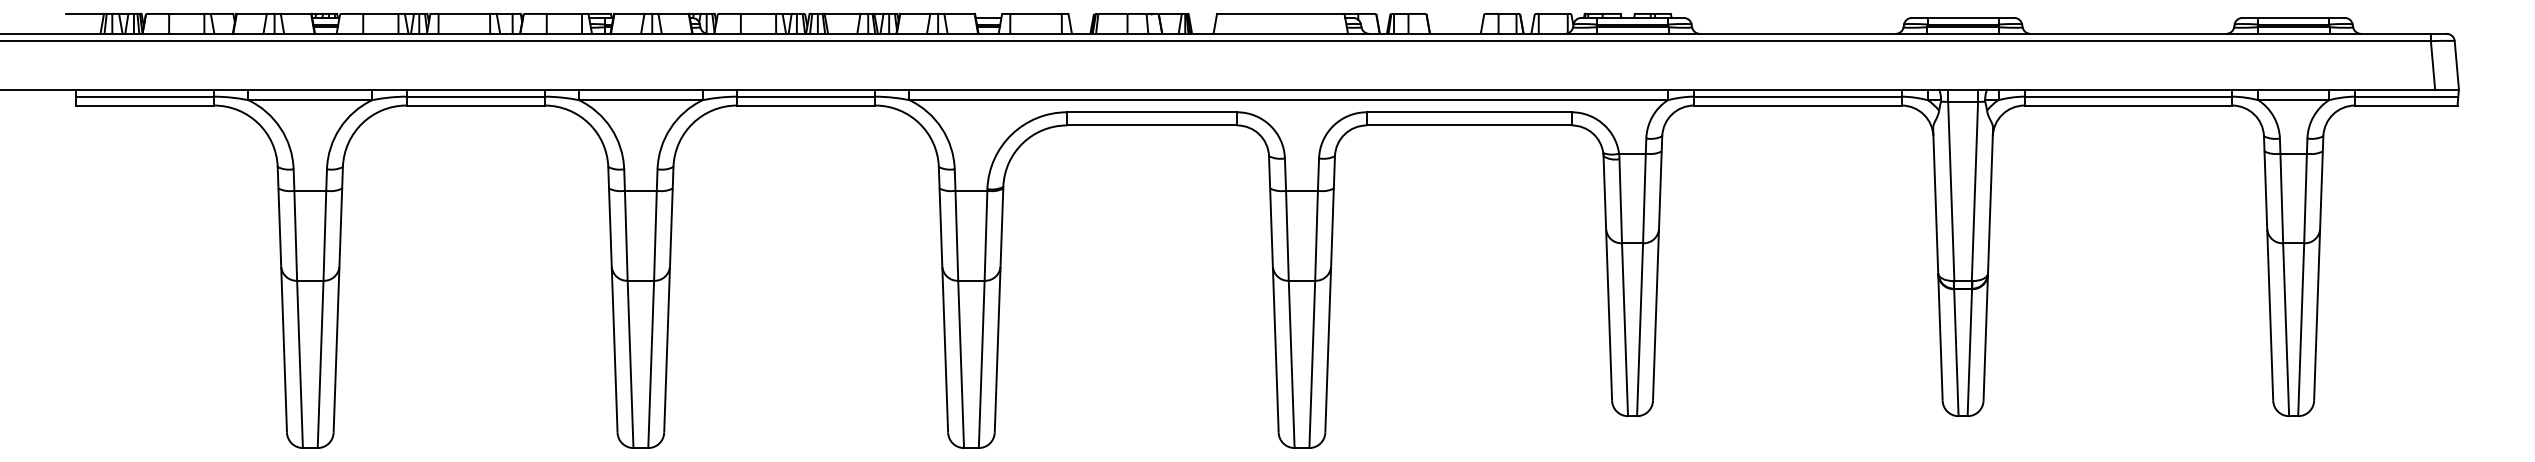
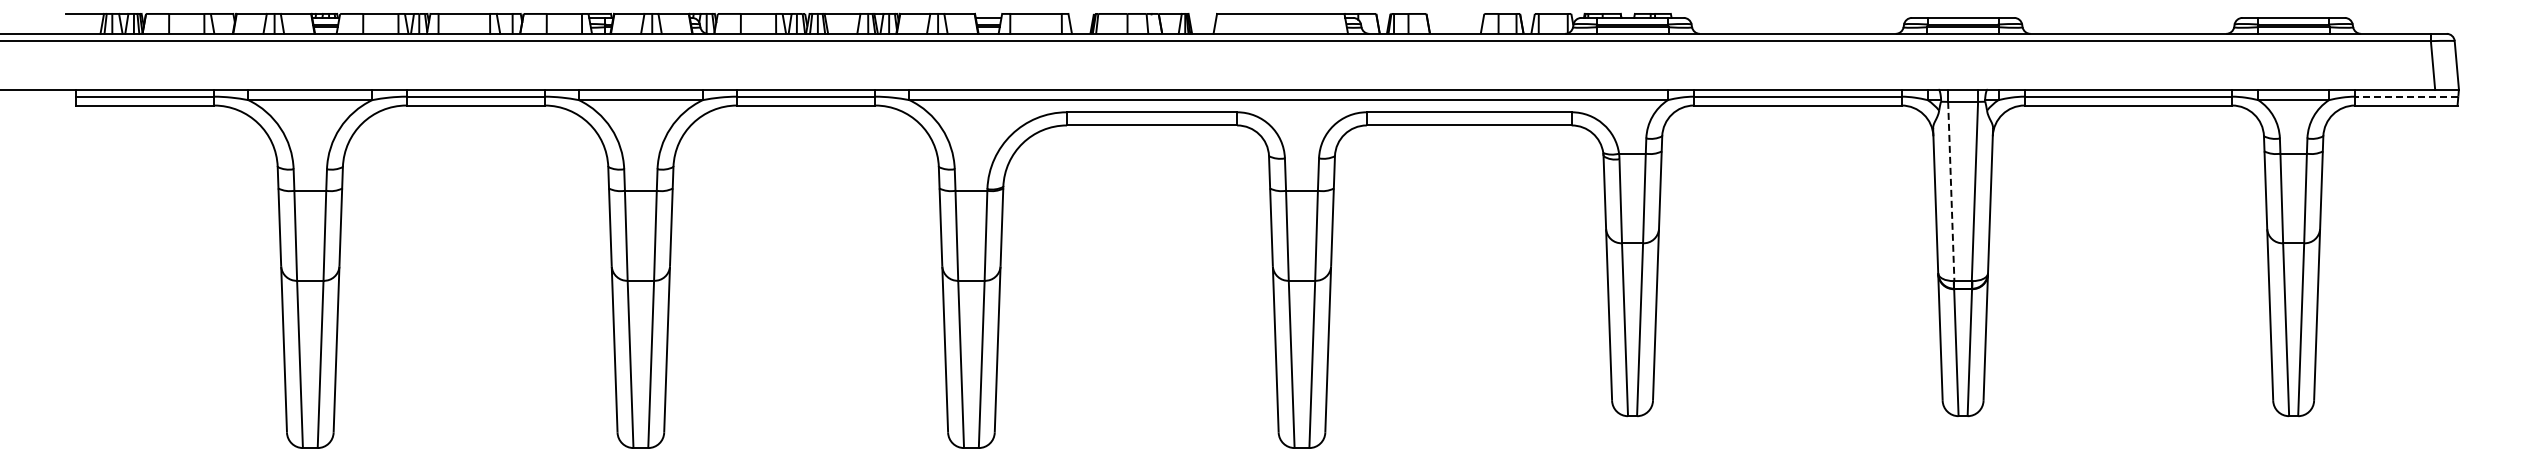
line at (2406, 96): solid -> dashed
line at (1951, 191): solid -> dashed
